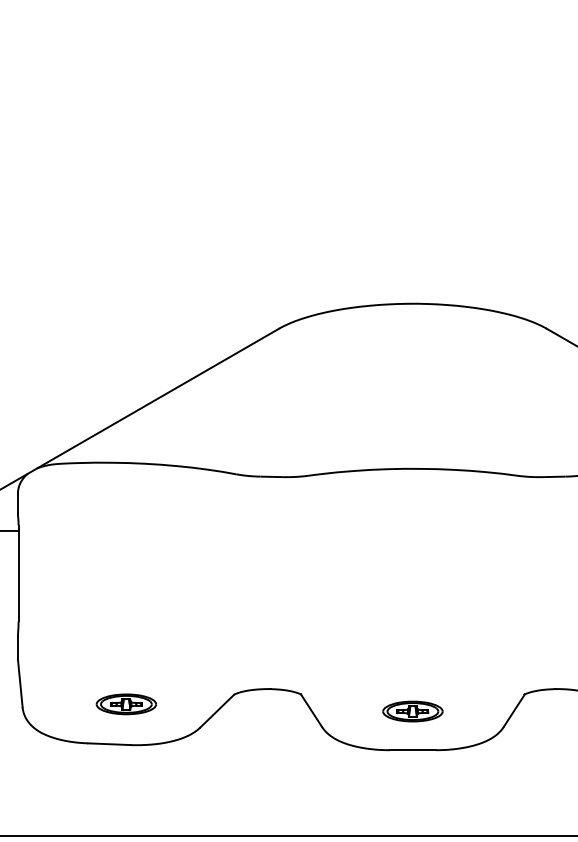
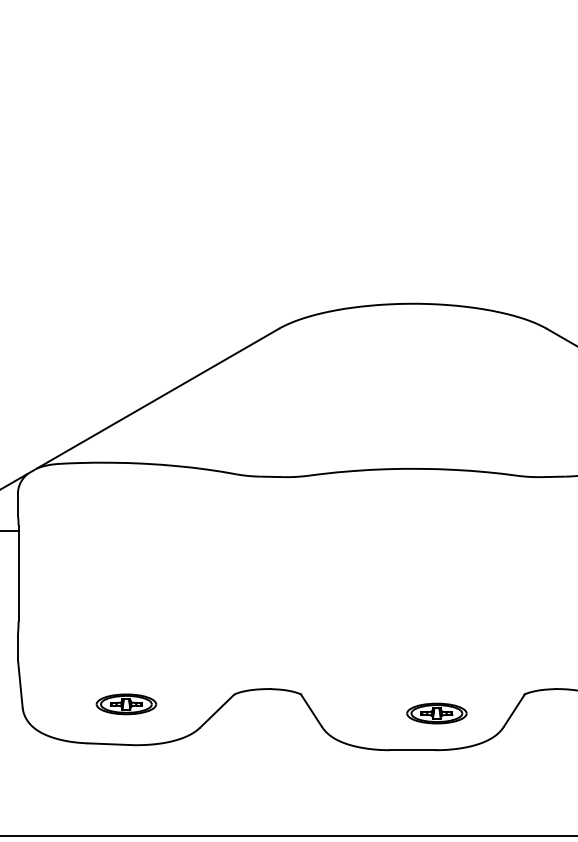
part at (412, 711) position: (412, 711) -> (436, 713)
